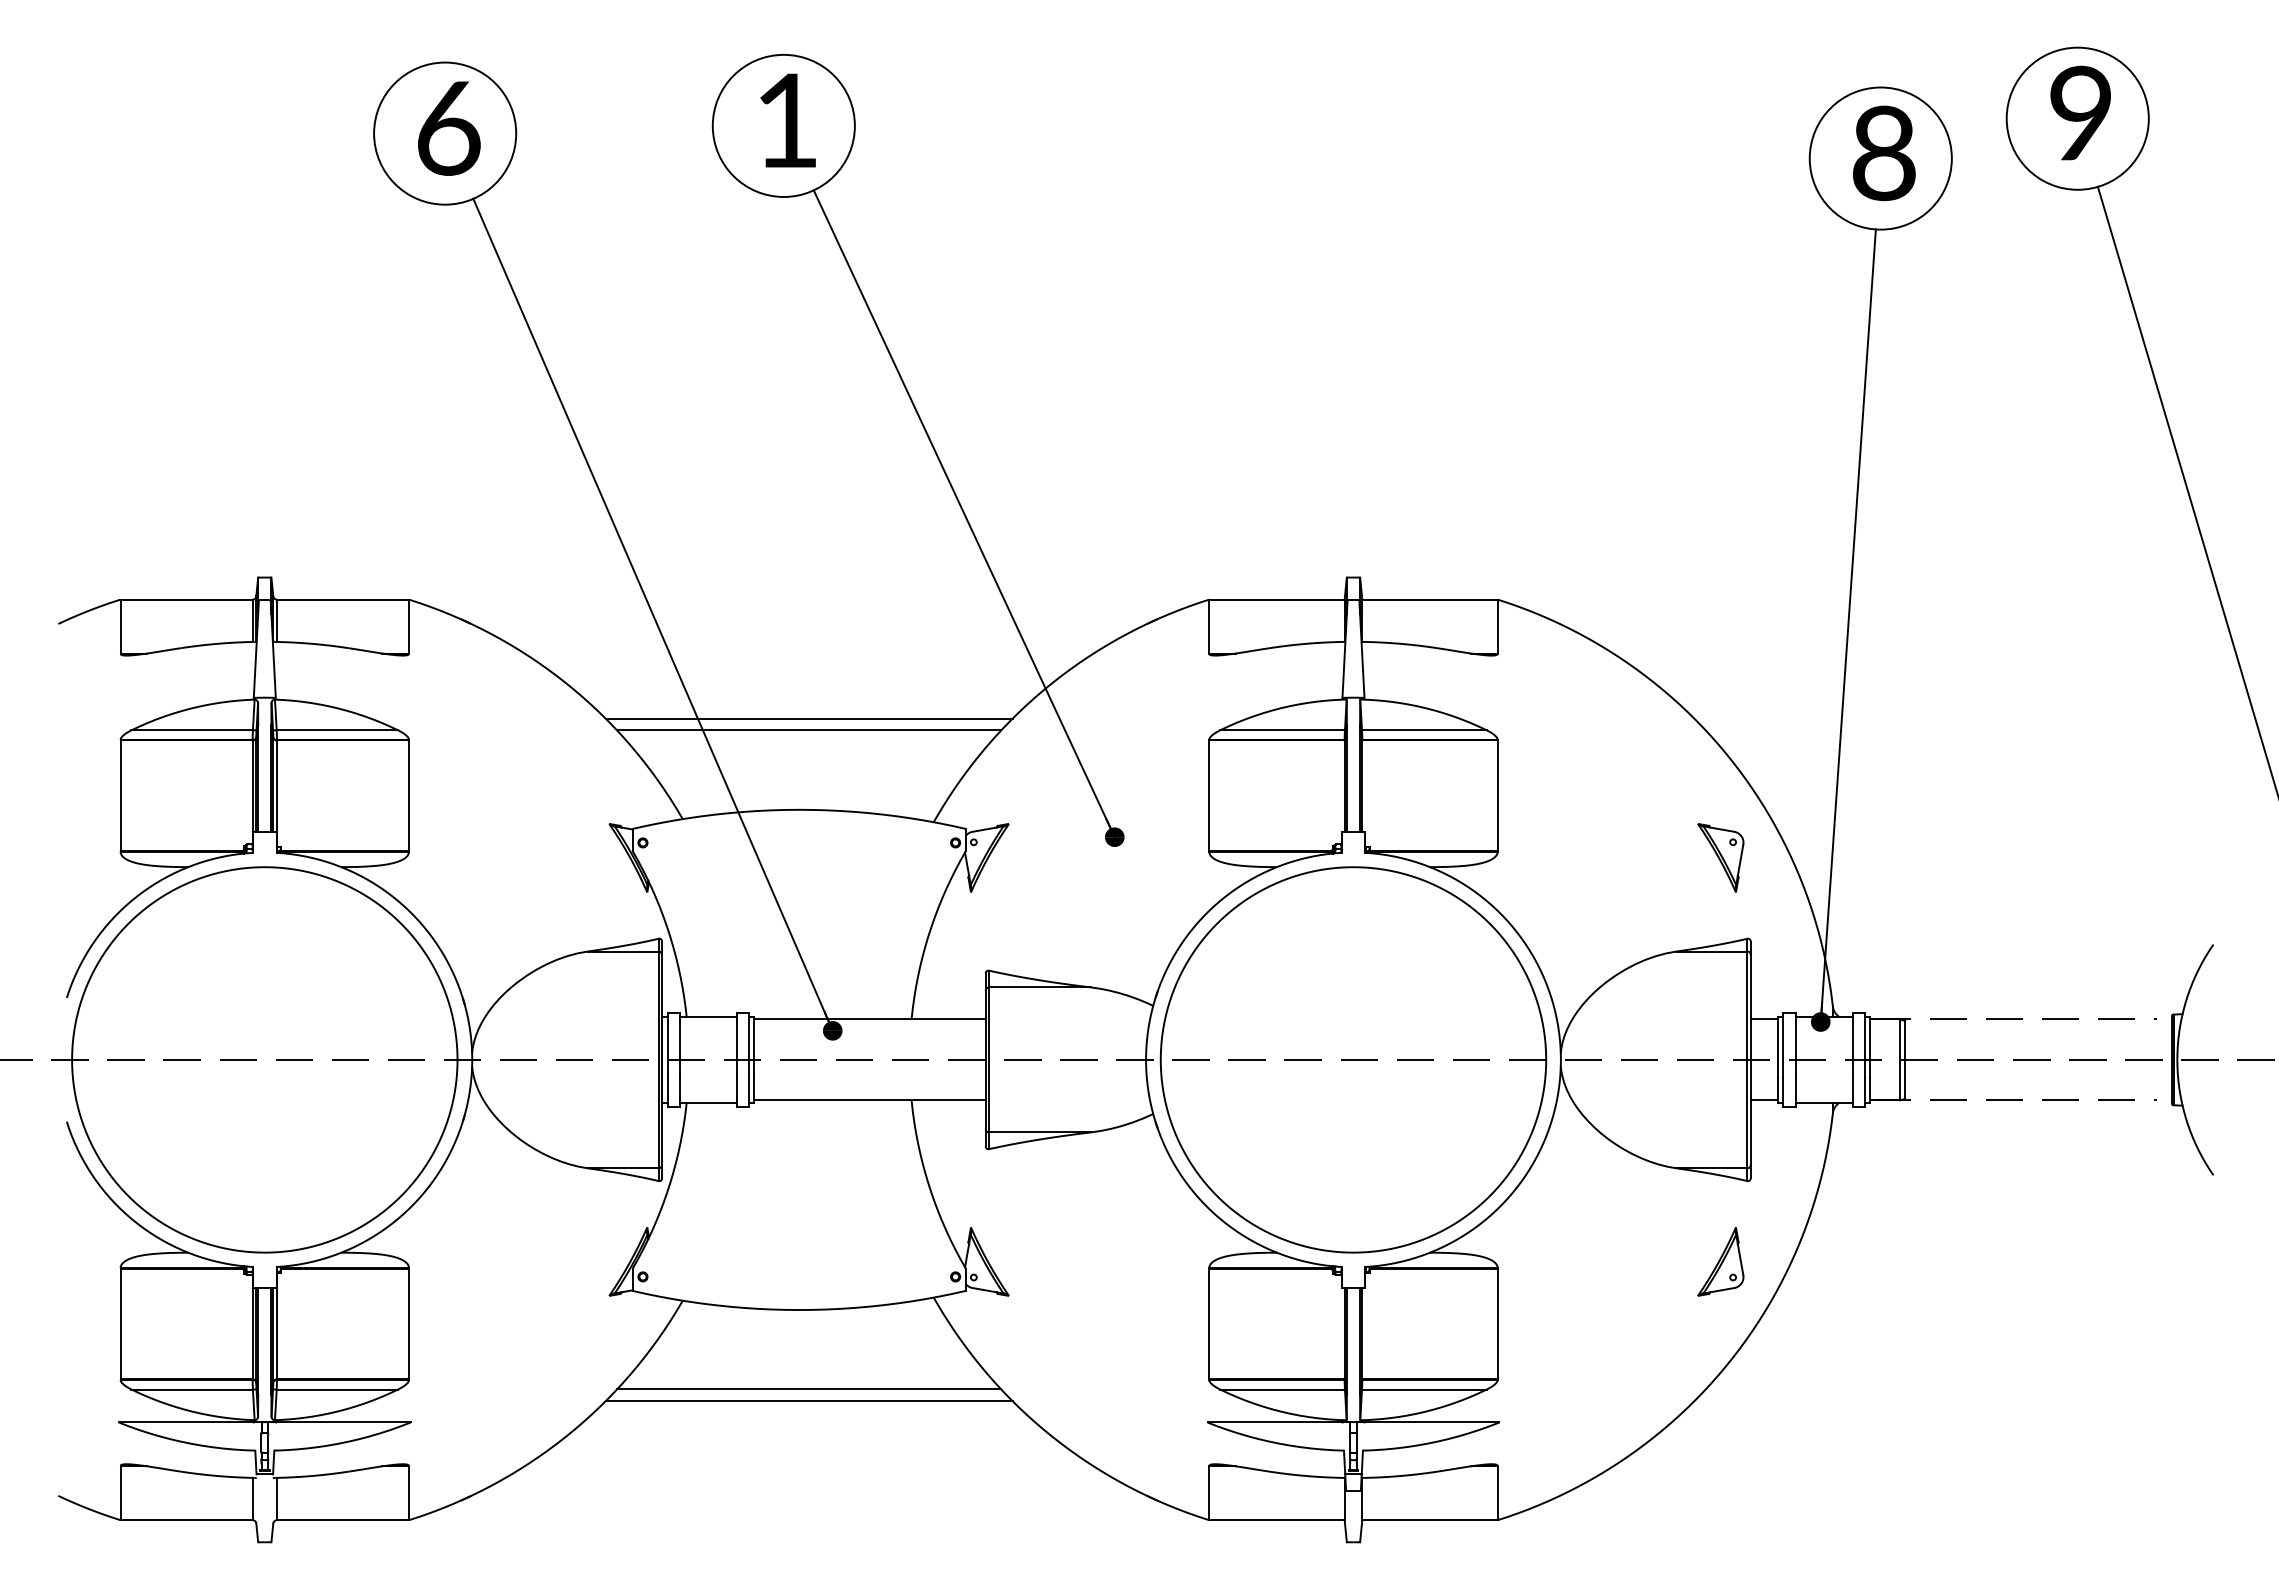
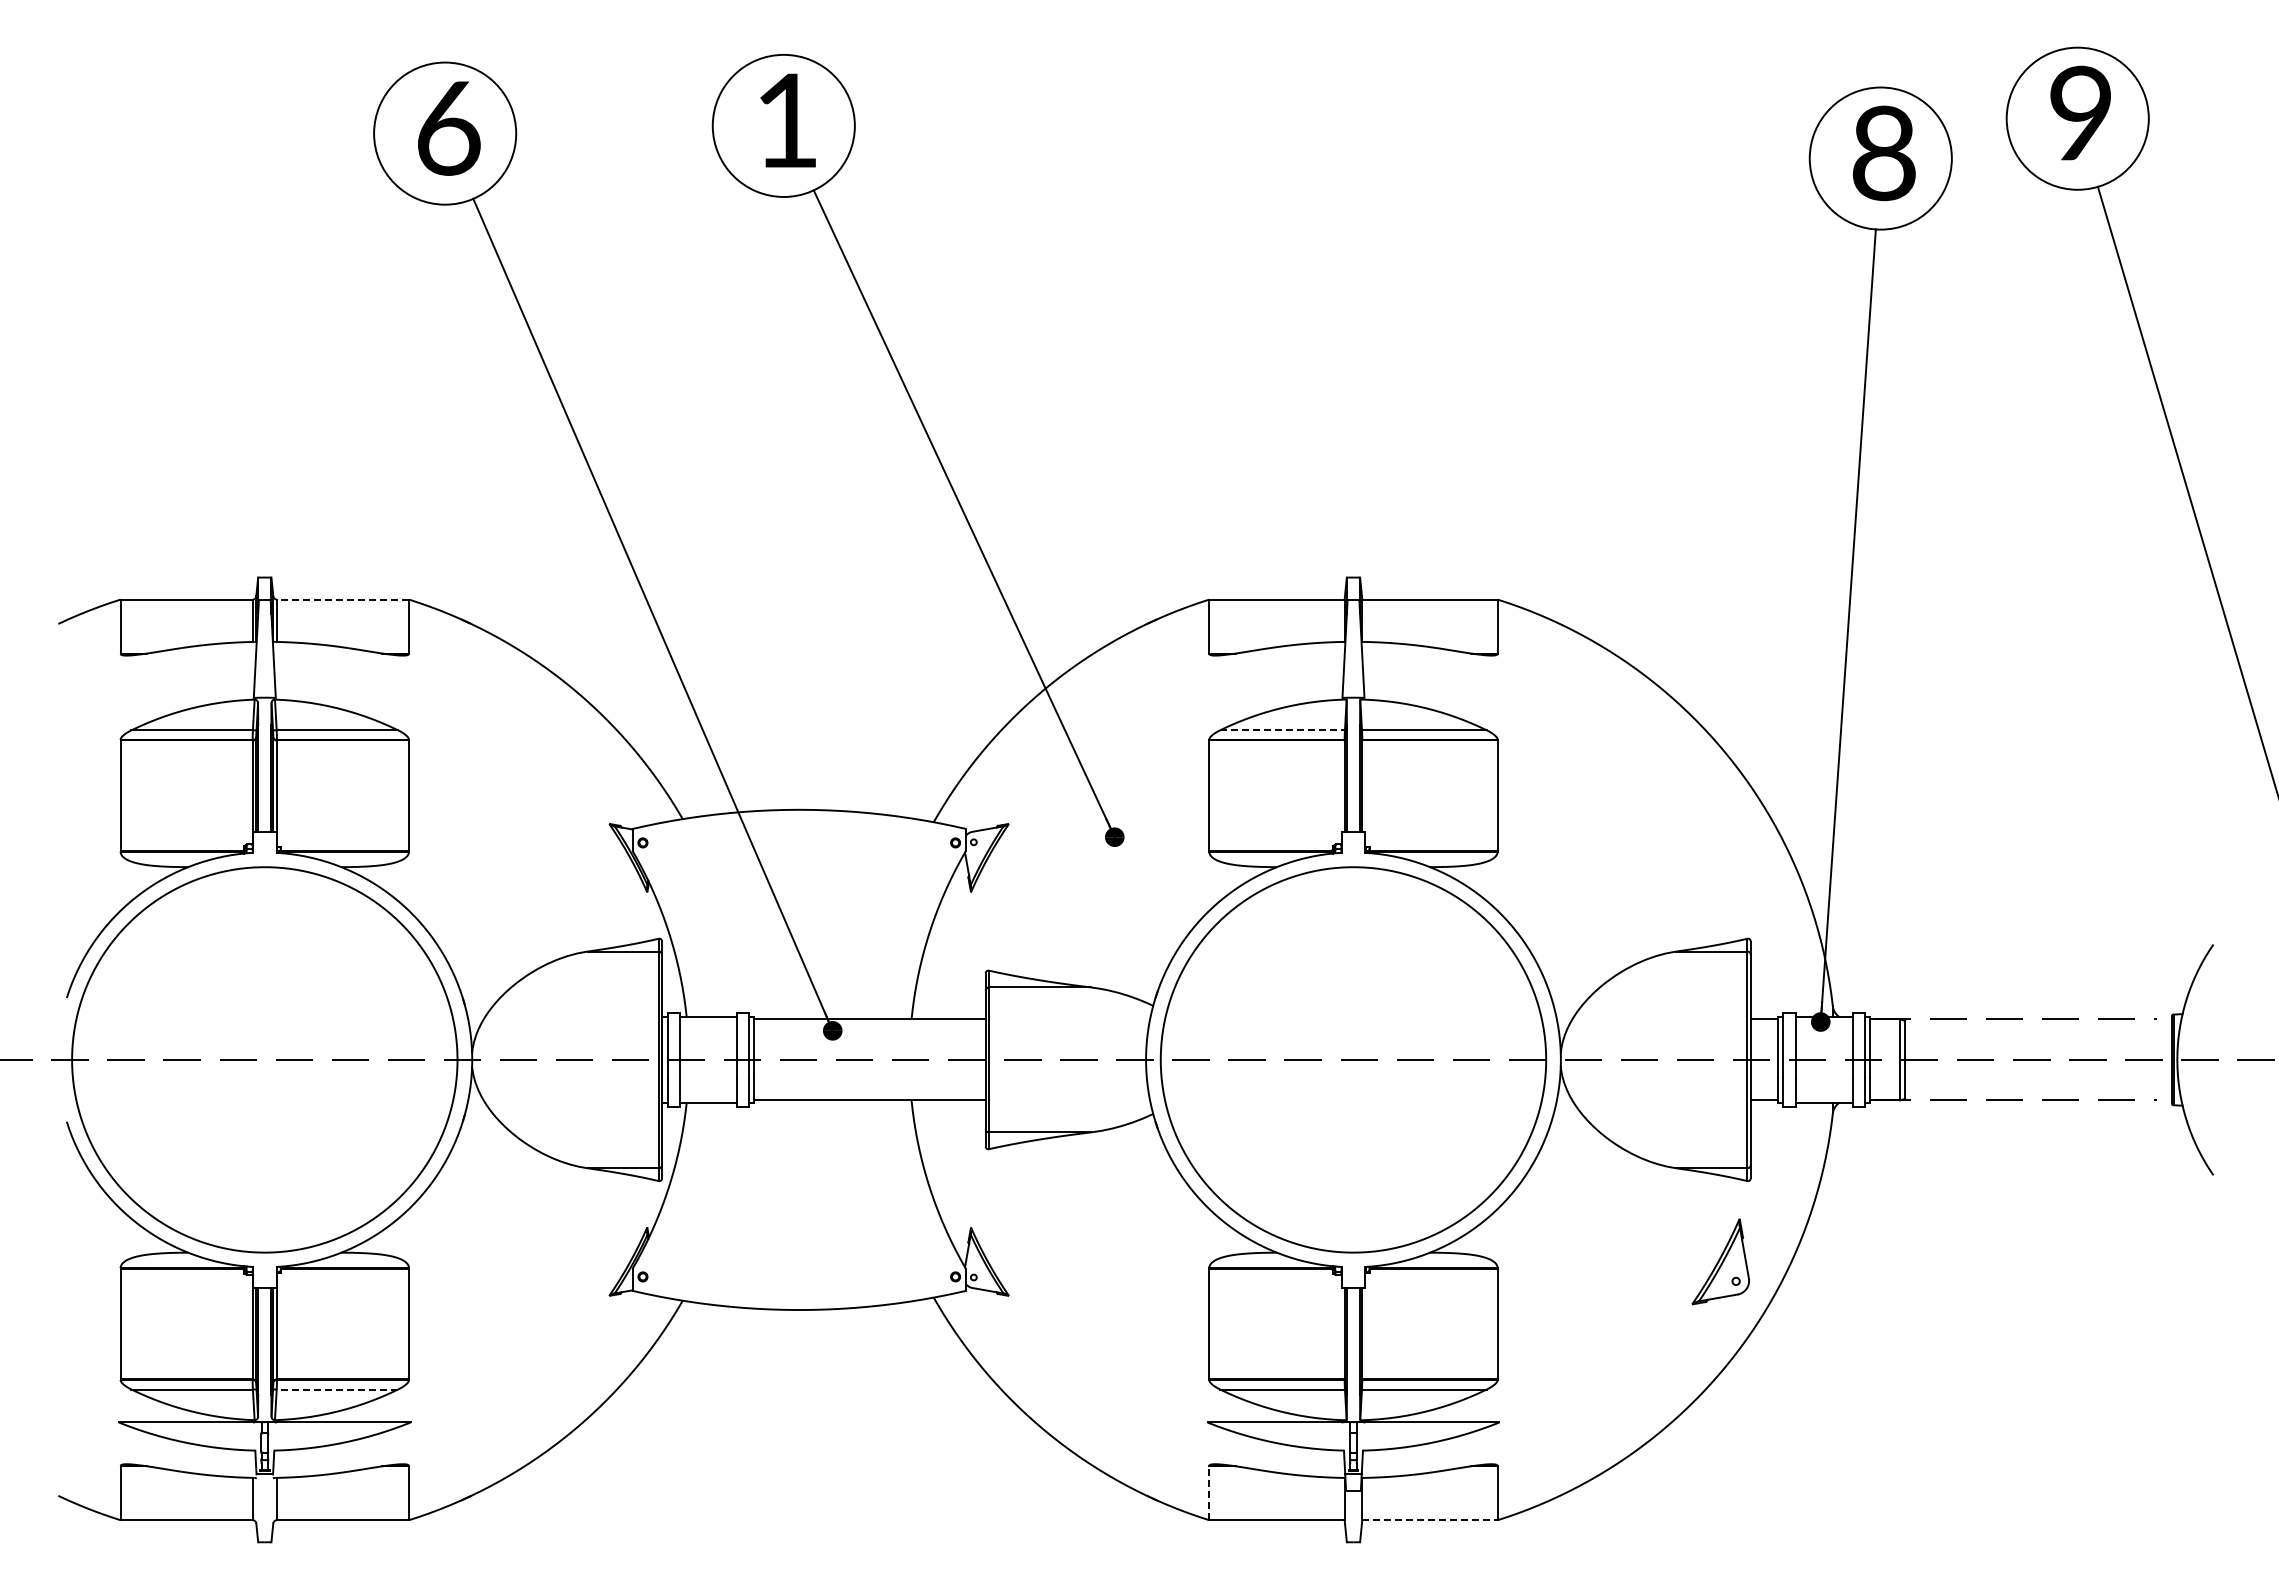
line at (342, 599): solid -> dashed
line at (808, 718): present -> none
line at (809, 730): present -> none
line at (1283, 730): solid -> dashed
part at (1720, 857): present -> none
part at (1720, 1261) size: 48x70 px -> 59x88 px
line at (337, 1389): solid -> dashed
line at (809, 1389): present -> none
line at (808, 1401): present -> none
line at (1209, 1493): solid -> dashed
line at (1430, 1520): solid -> dashed
